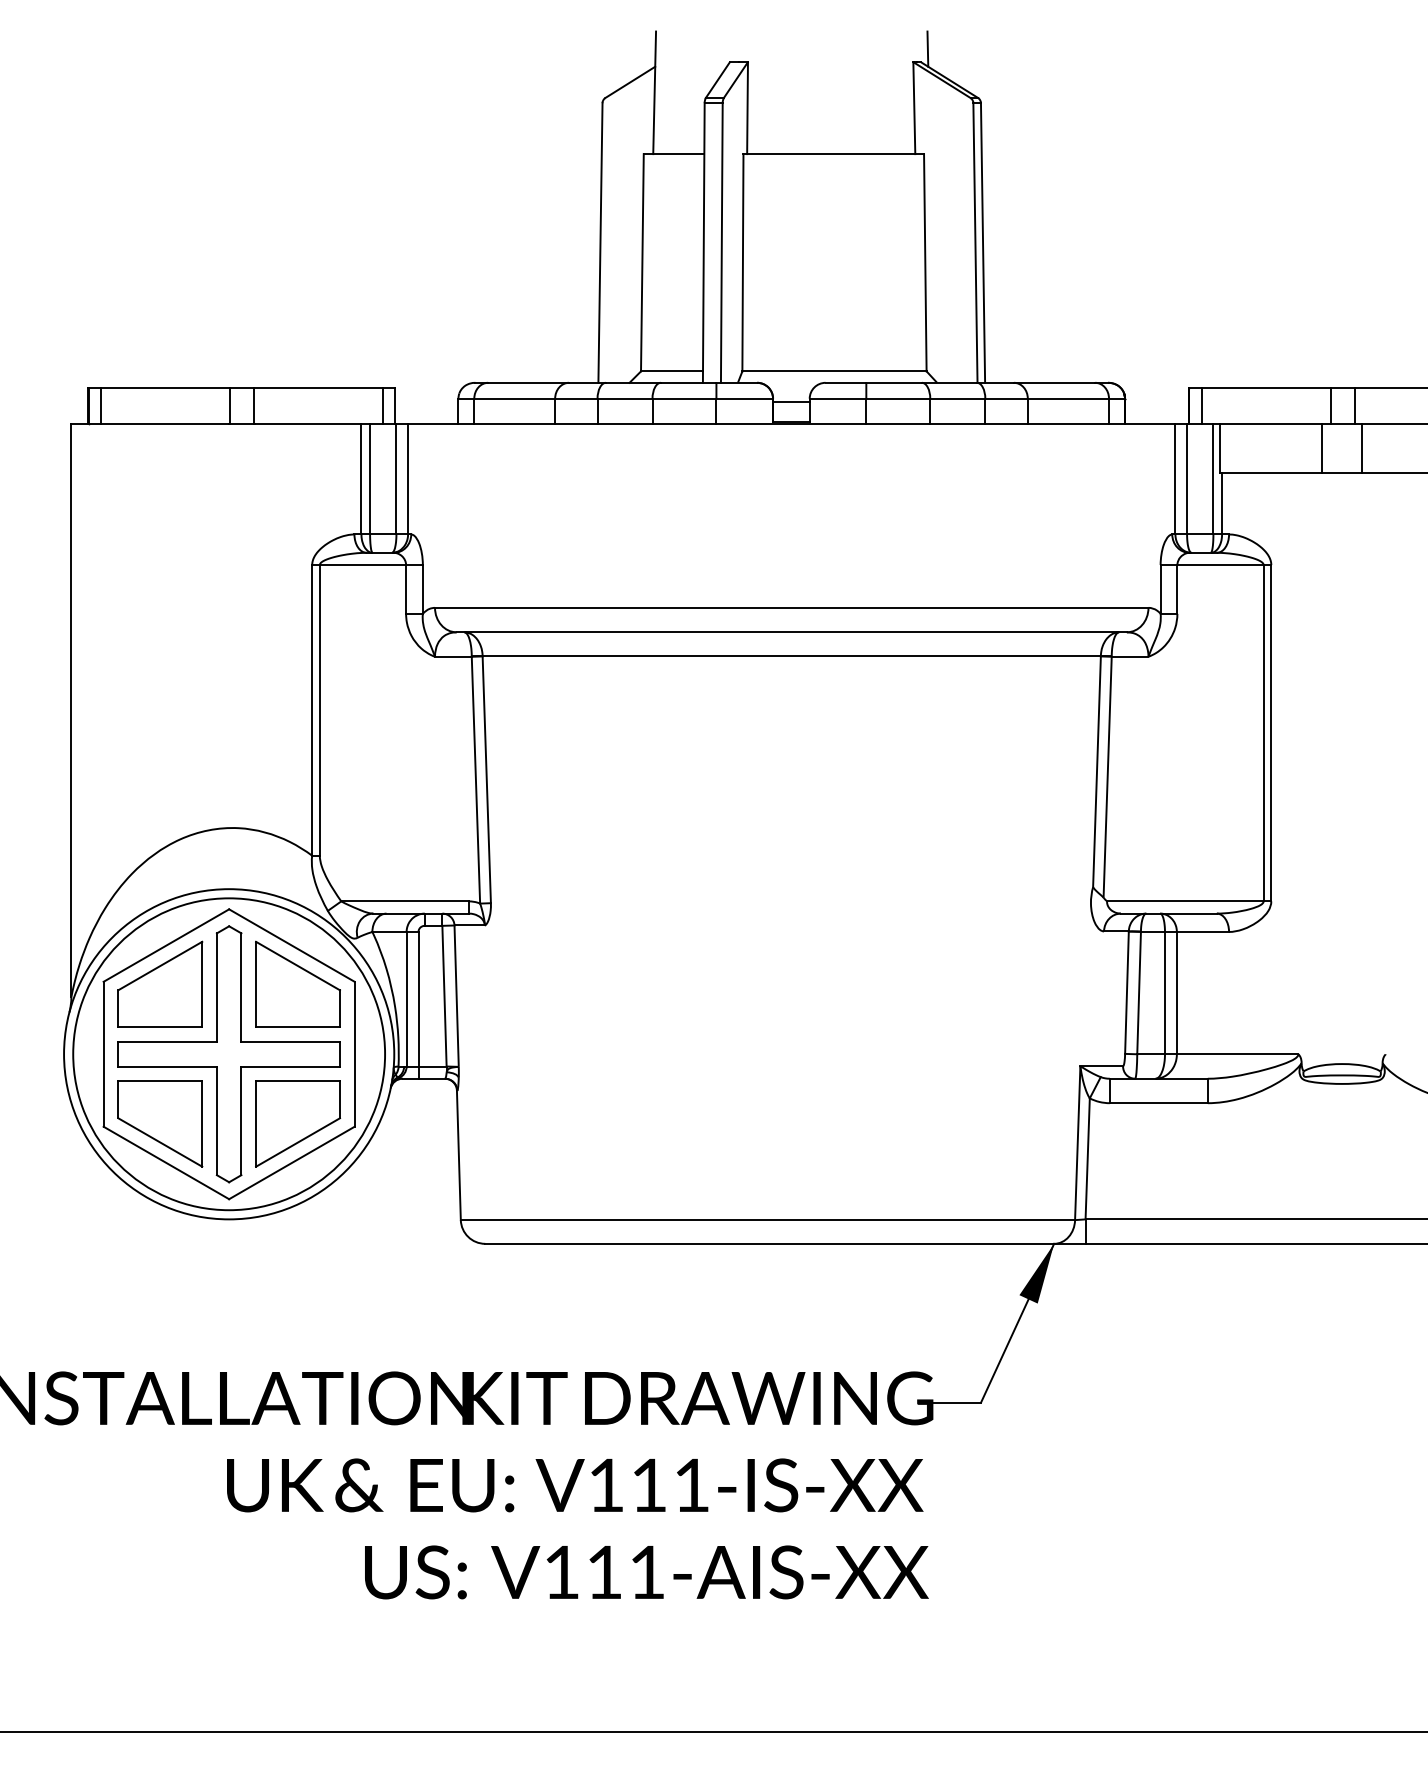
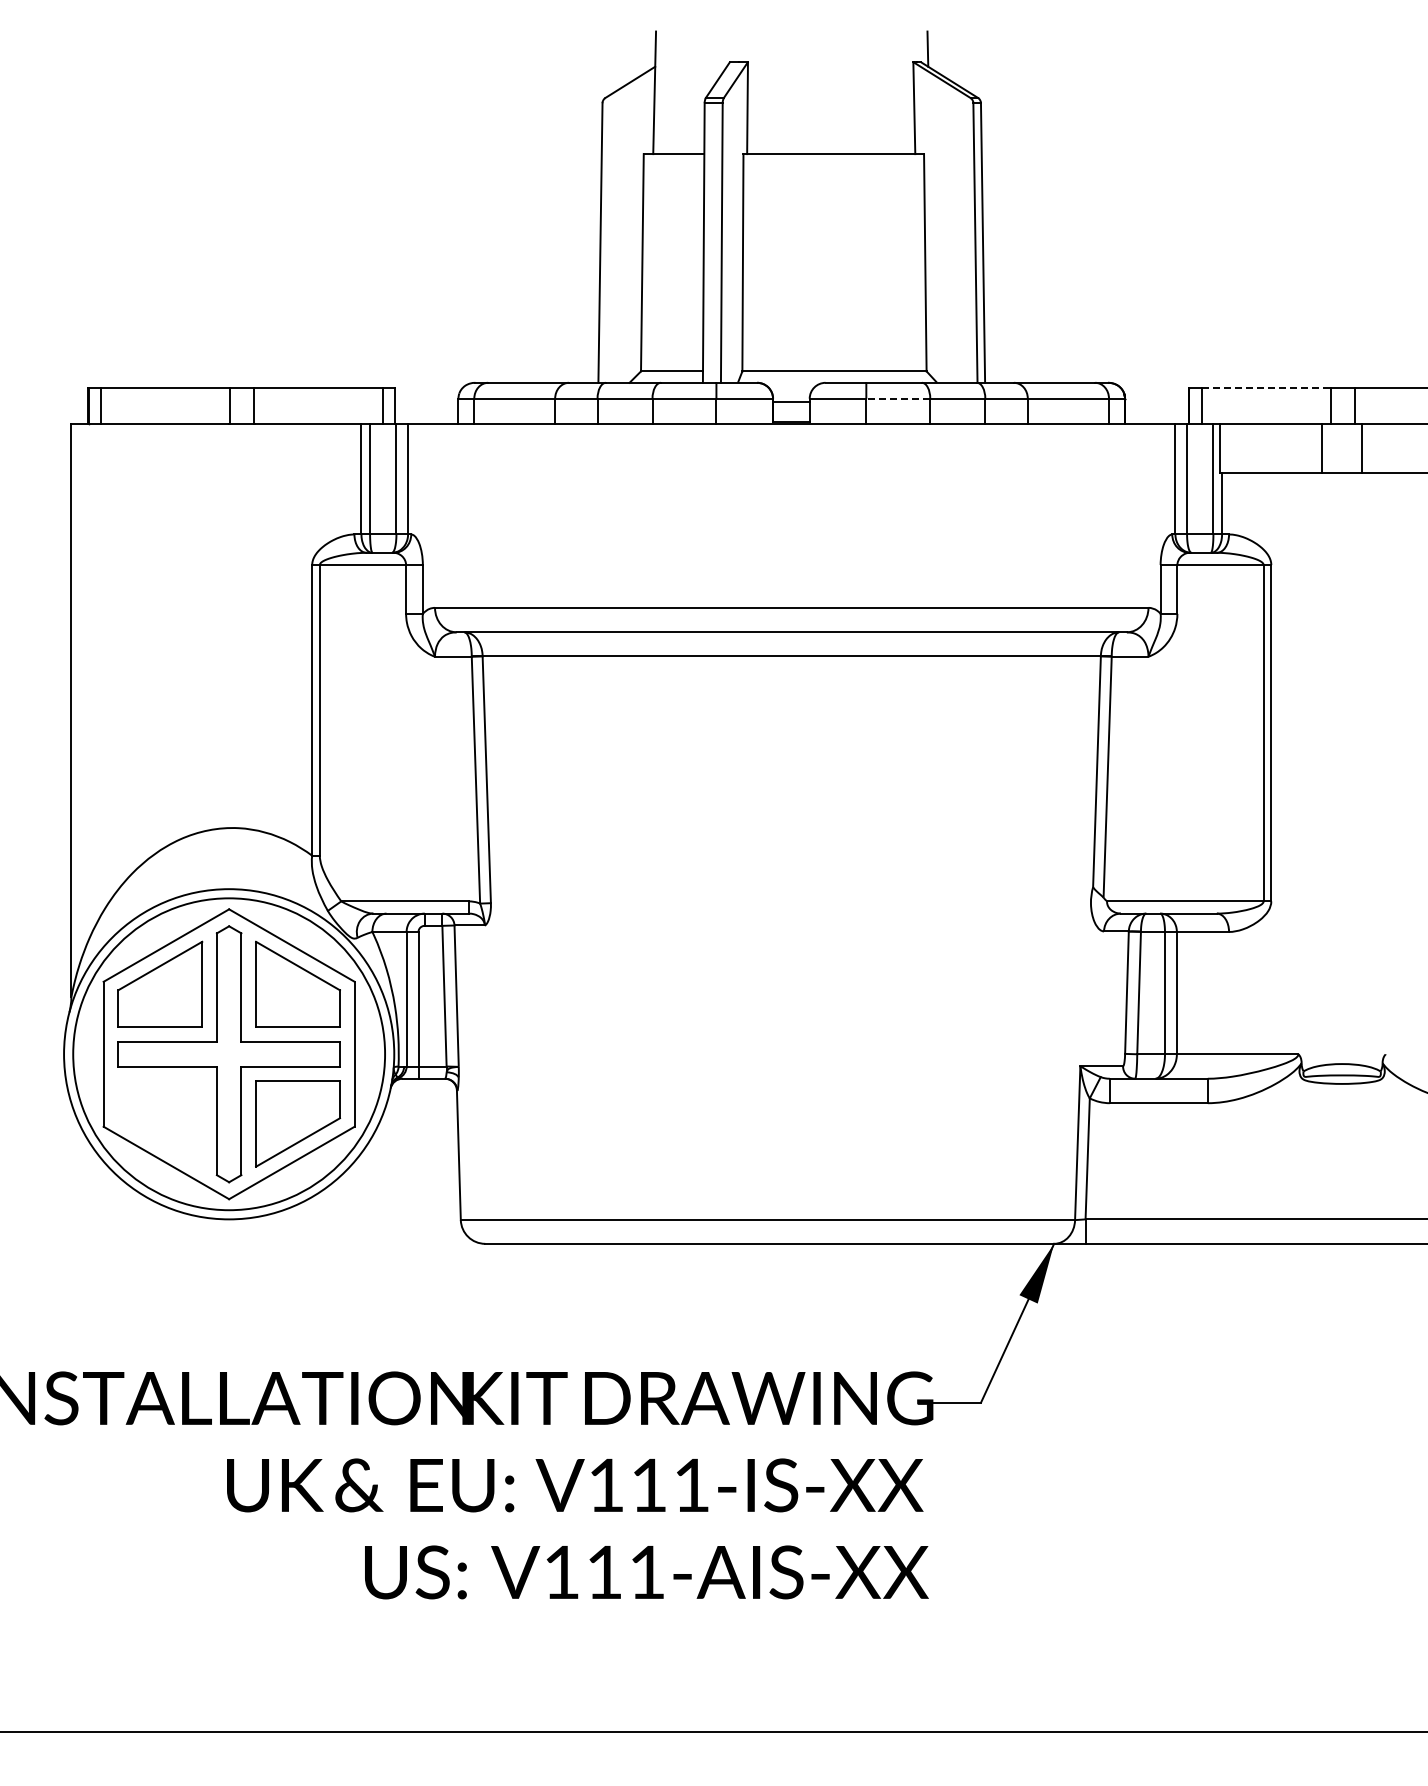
line at (1266, 387): solid -> dashed
line at (898, 398): solid -> dashed
part at (160, 1123): present -> none
